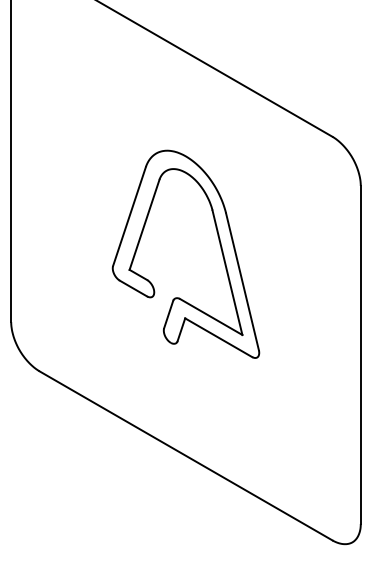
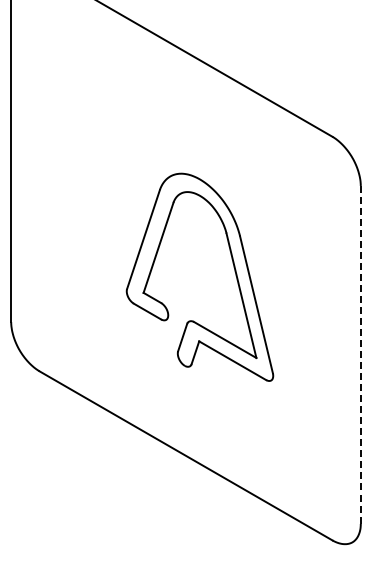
part at (219, 244) position: (219, 244) -> (233, 267)
line at (360, 354): solid -> dashed
